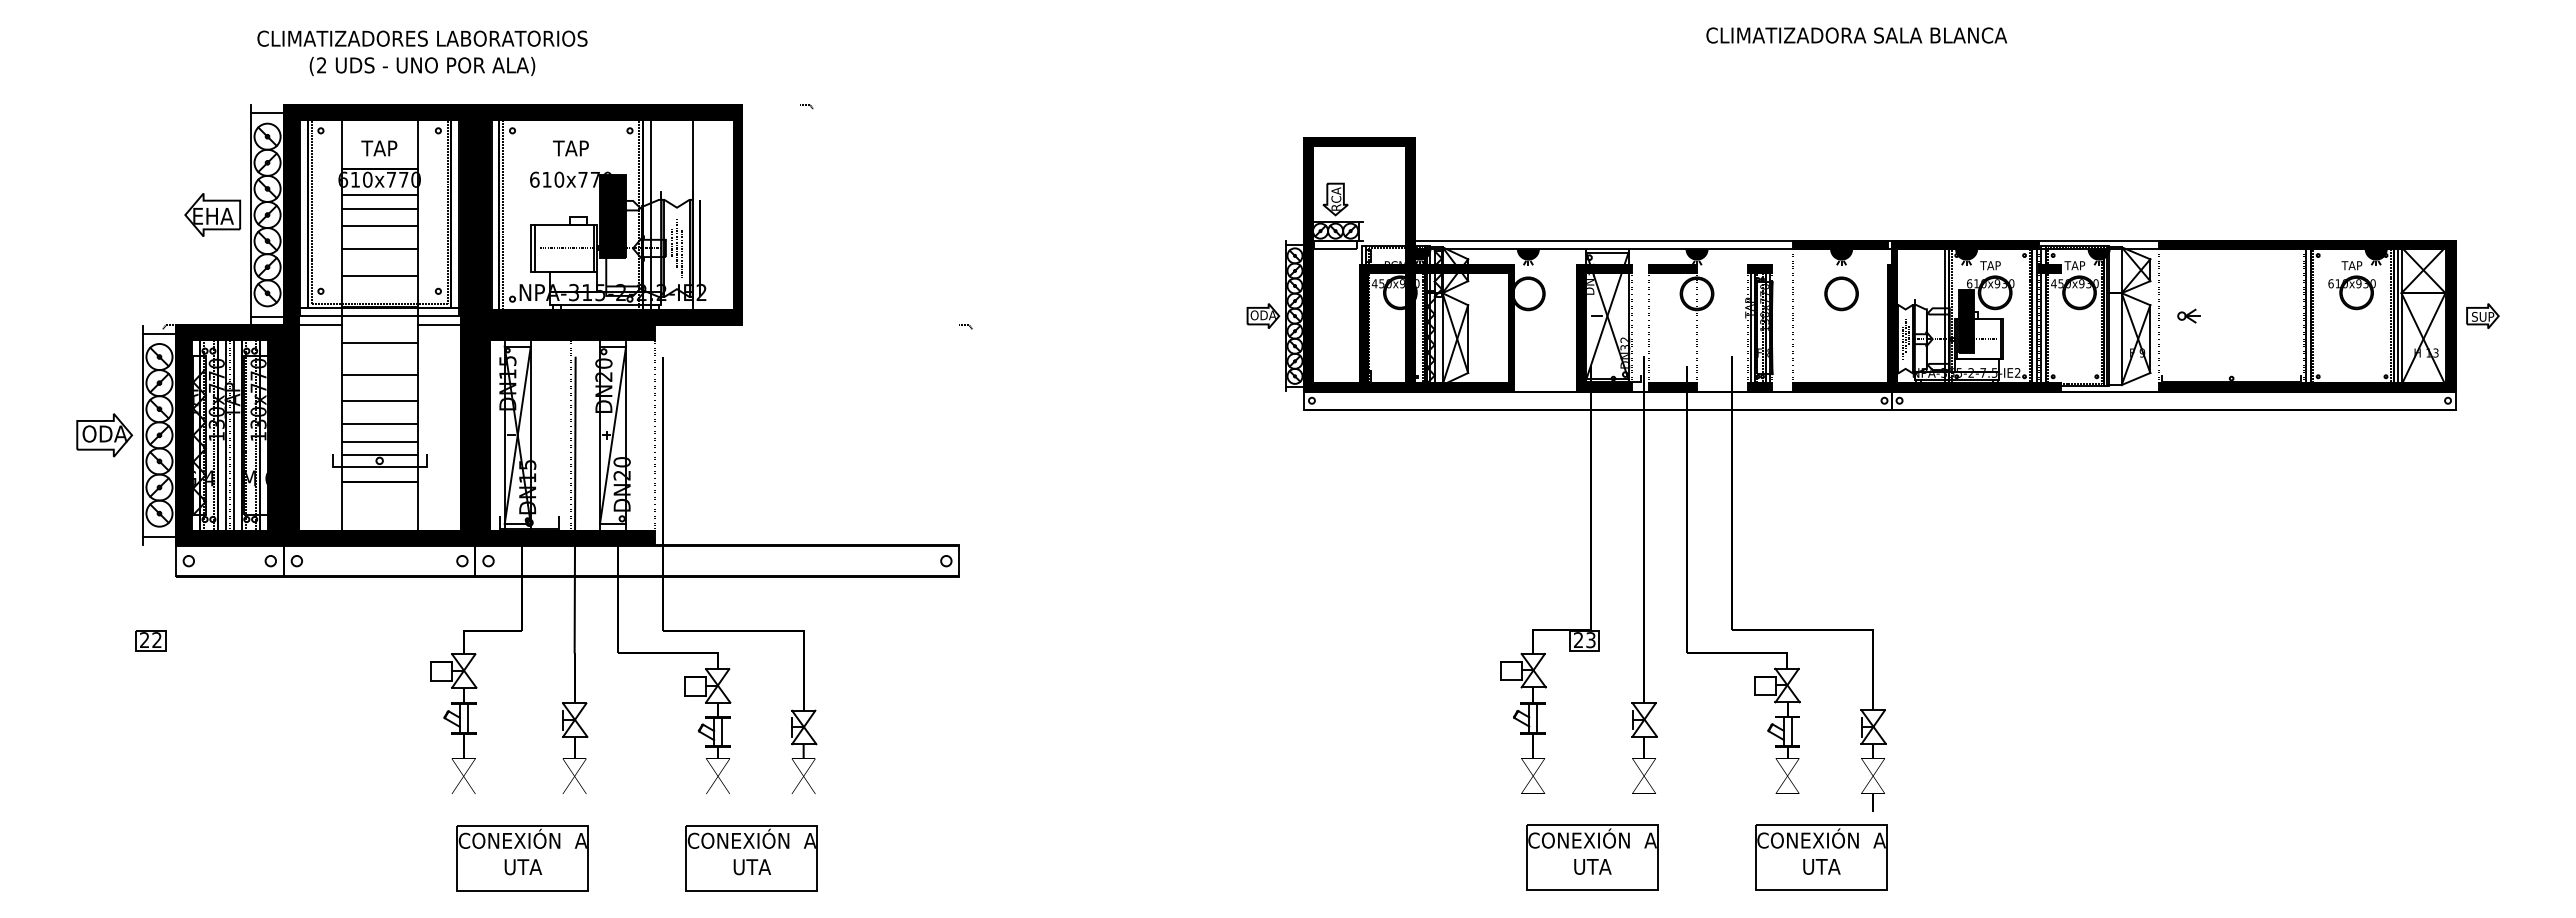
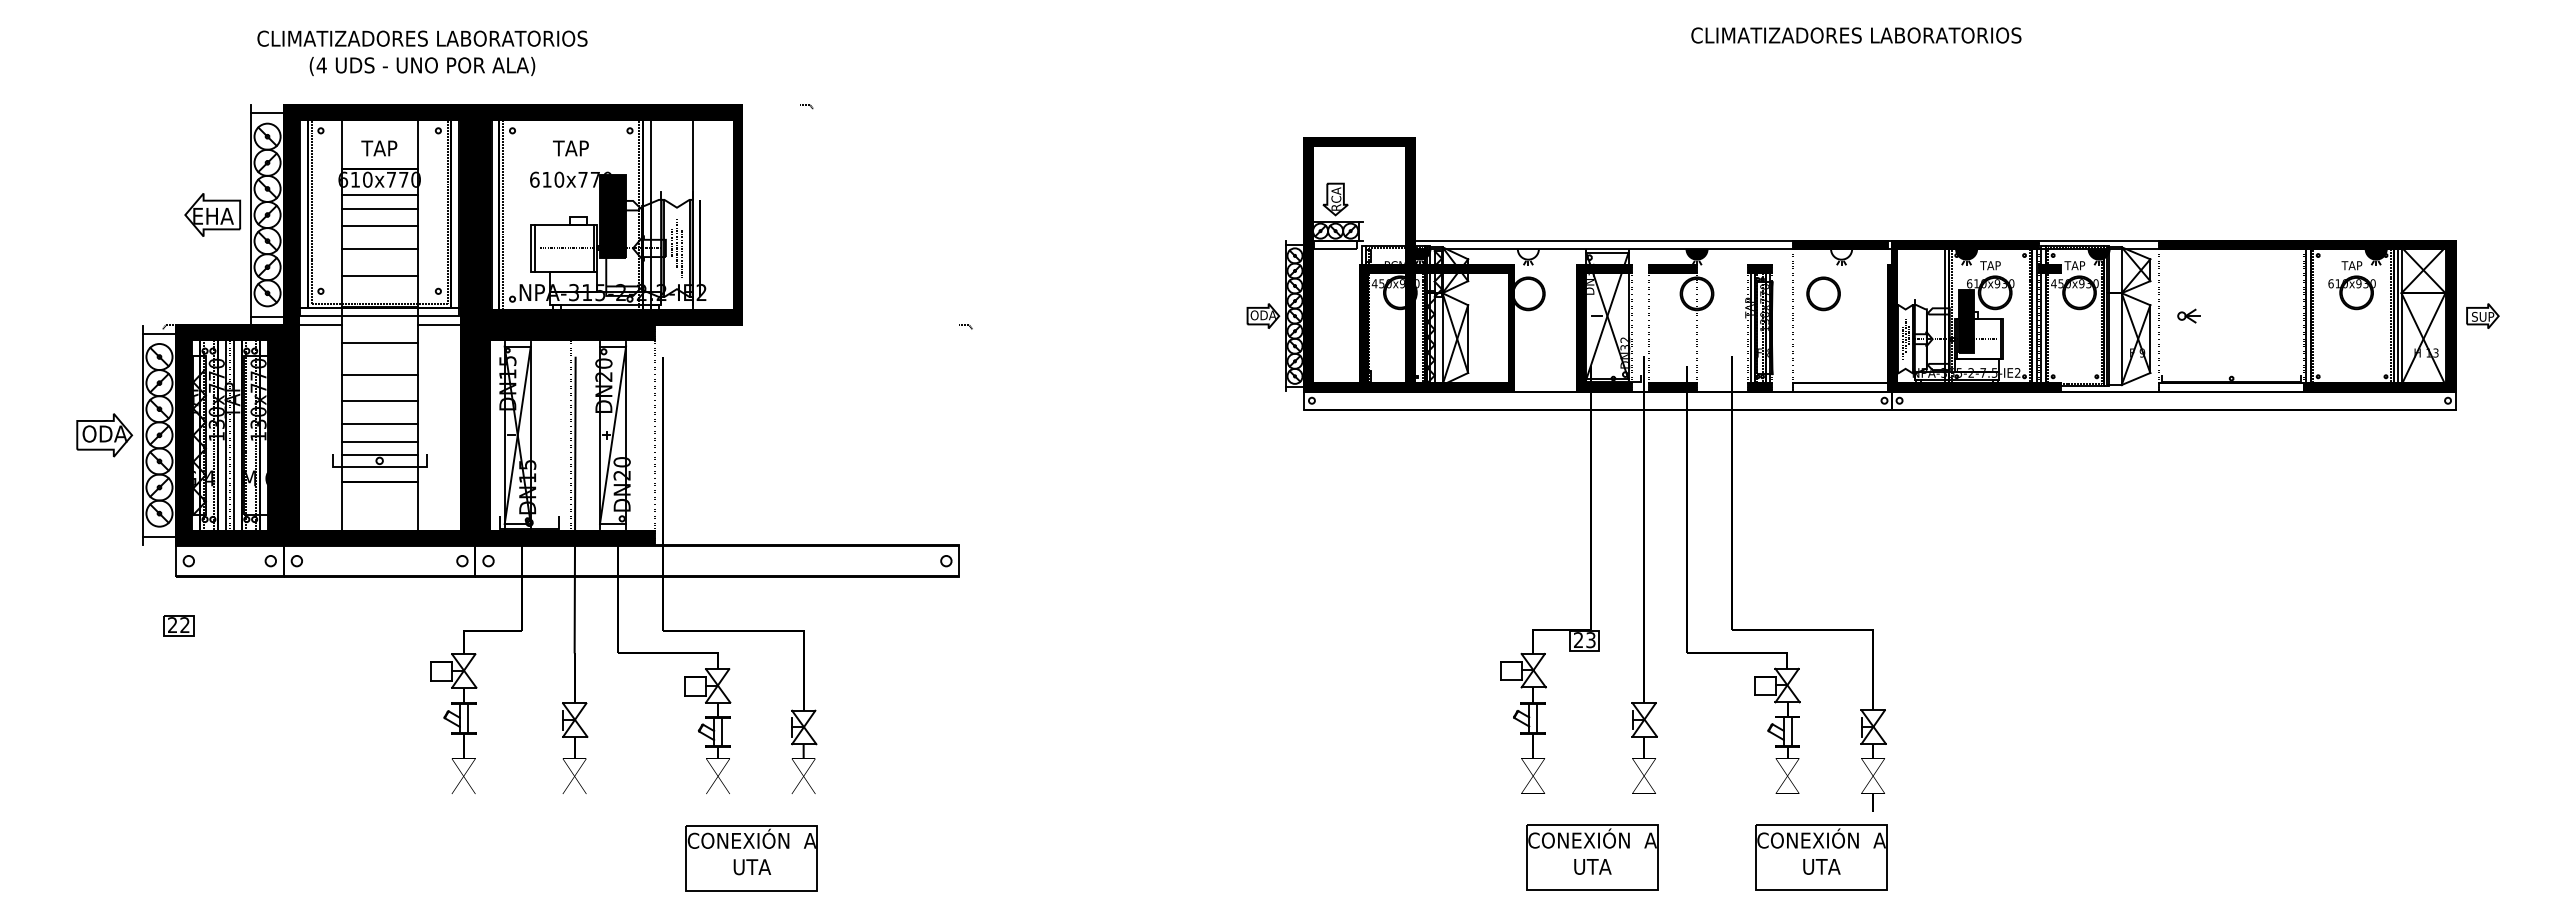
text at (1856, 35): CLIMATIZADORA SALA BLANCA -> CLIMATIZADORES LABORATORIOS
text at (321, 65): (2 -> (4
fill at (1527, 254): present -> none
fill at (1841, 254): present -> none
part at (1841, 293) position: (1841, 293) -> (1823, 293)
fill at (1840, 387): present -> none
fill at (2231, 387): present -> none
part at (150, 640) position: (150, 640) -> (178, 625)
part at (522, 858): present -> none
